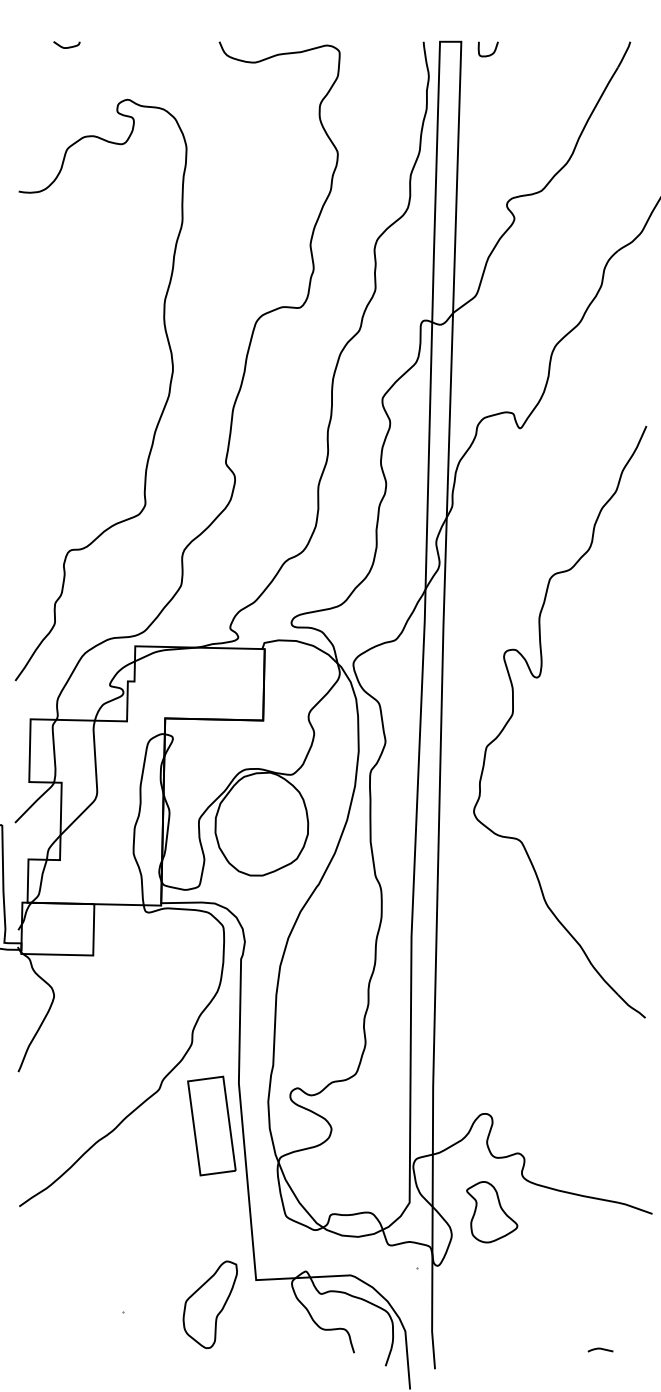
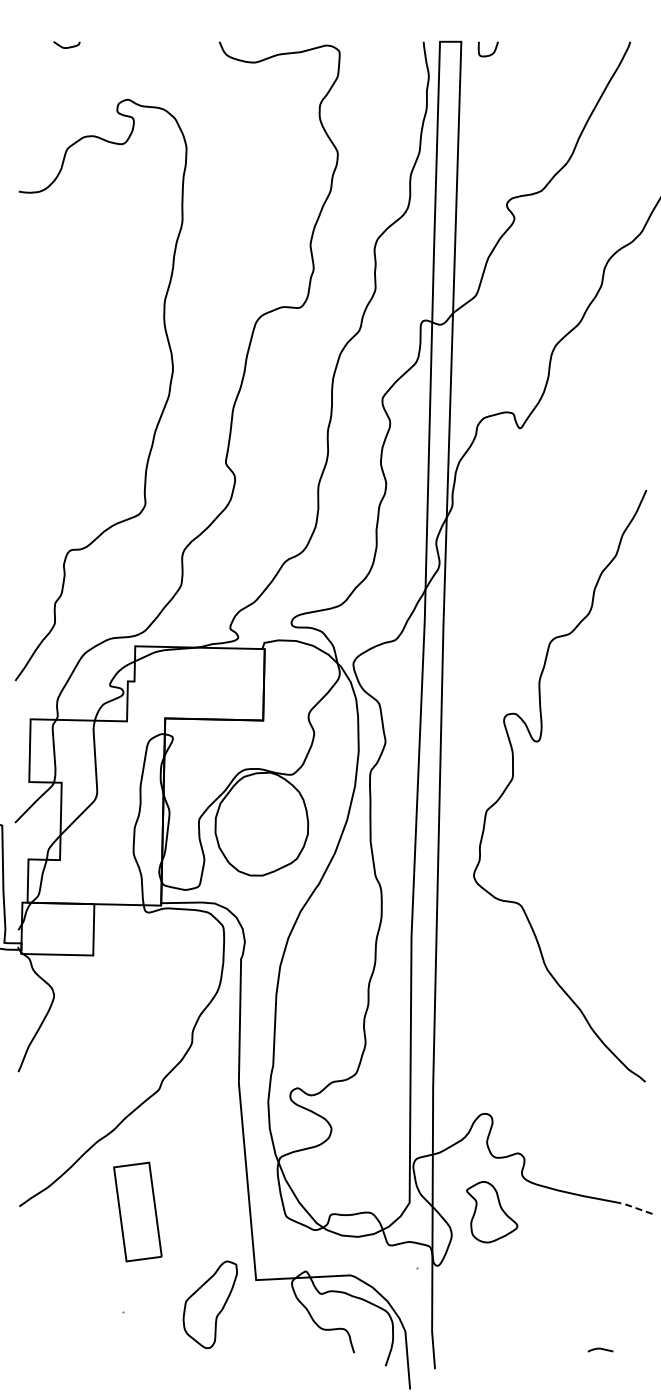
part at (513, 714) position: (513, 714) -> (513, 778)
part at (211, 1125) position: (211, 1125) -> (137, 1211)
line at (634, 1207): solid -> dashed
